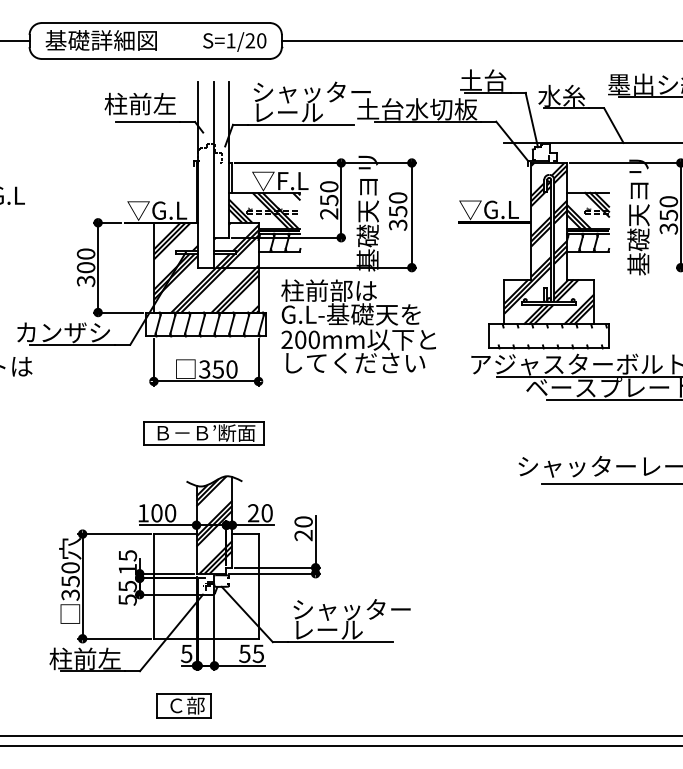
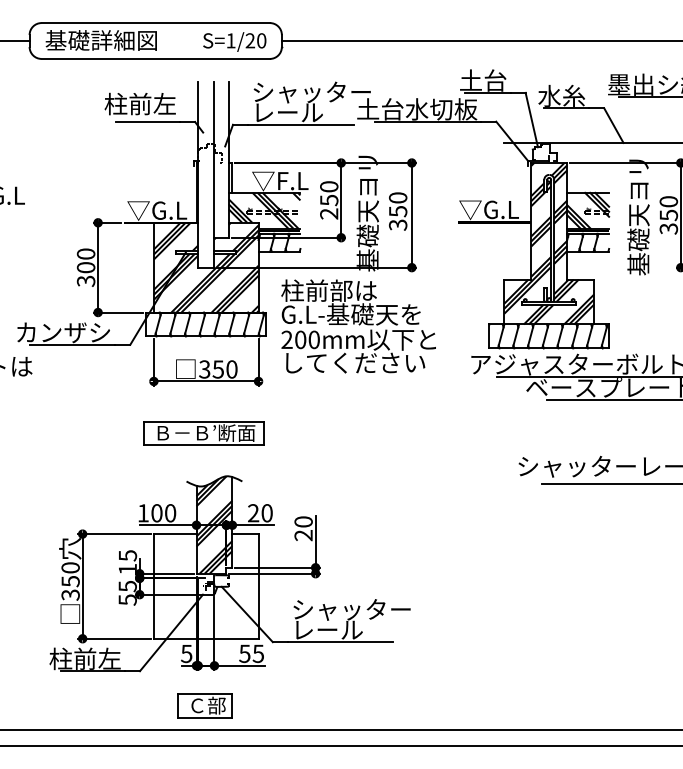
hatch at (548, 336): none -> present
part at (183, 705) position: (183, 705) -> (204, 705)
line at (340, 735) position: (340, 735) -> (340, 729)
